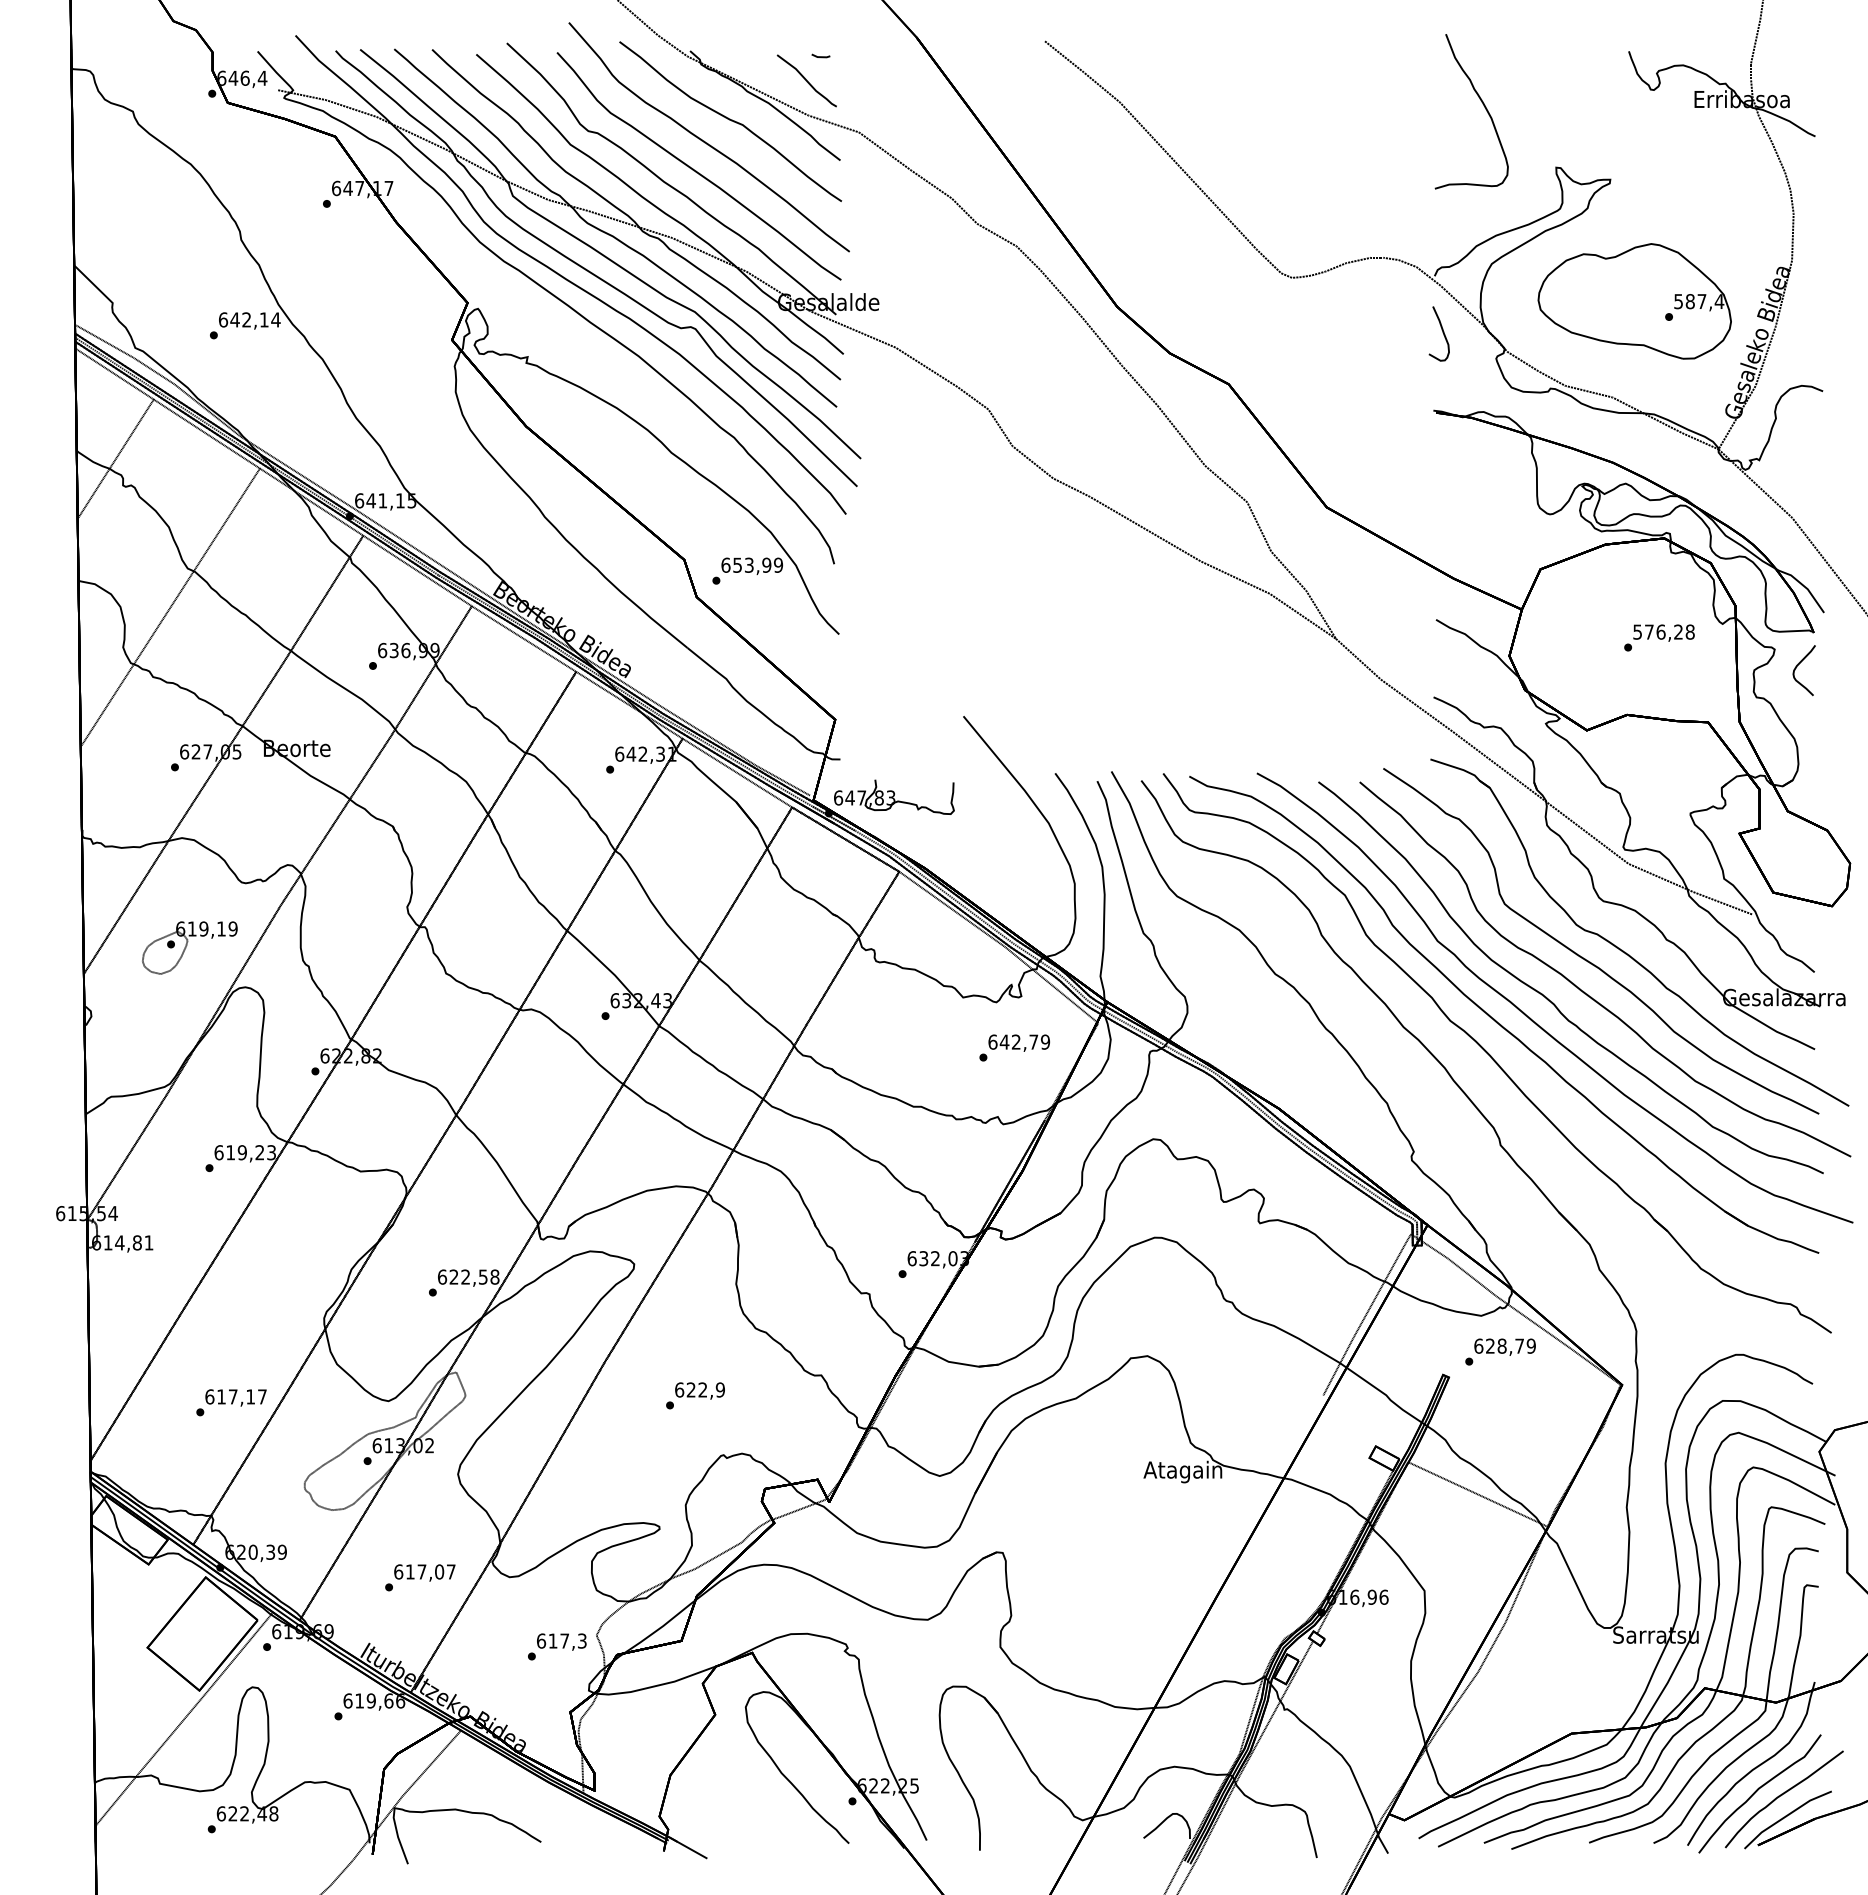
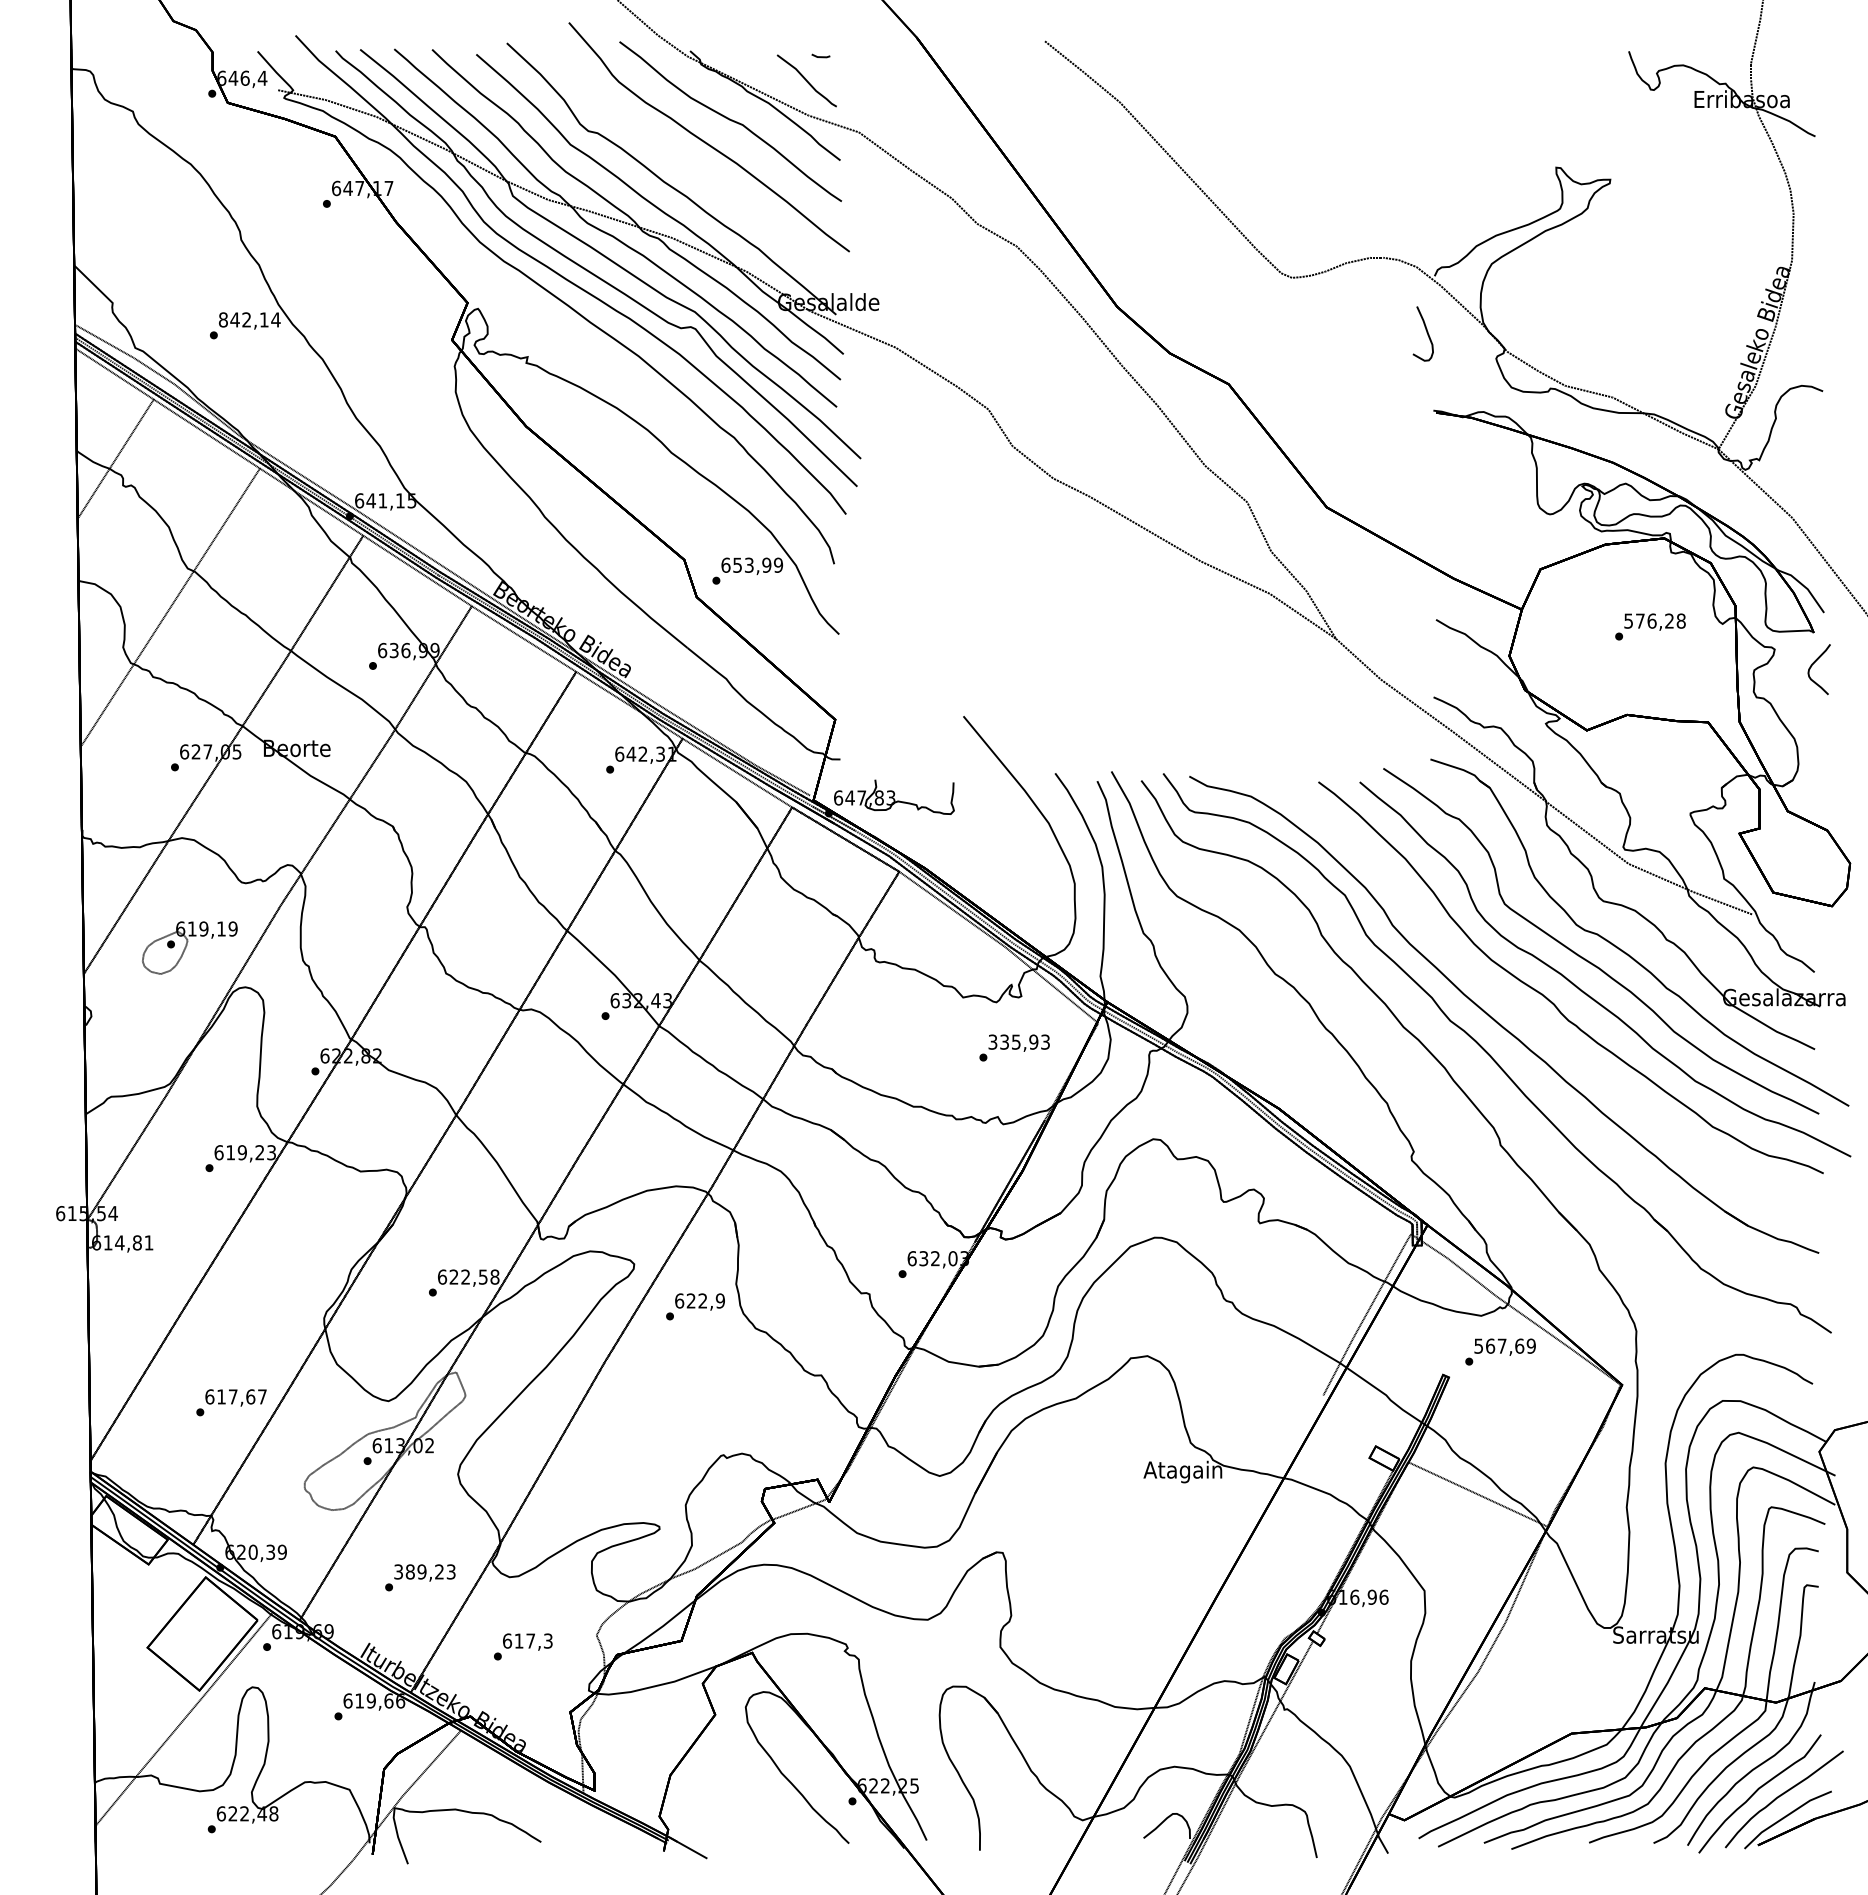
curve at (1482, 104): present -> none
curve at (696, 170): present -> none
part at (1634, 301): present -> none
text at (223, 319): 642,14 -> 842,14
curve at (1442, 332) position: (1442, 332) -> (1426, 332)
text at (1659, 637) position: (1659, 637) -> (1650, 626)
curve at (1797, 667) position: (1797, 667) -> (1812, 666)
curve at (1536, 1022): present -> none
text at (1019, 1041): 642,79 -> 335,93
text at (1499, 1345): 628,79 -> 567,69
text at (695, 1395) position: (695, 1395) -> (695, 1306)
text at (250, 1396): 617,17 -> 617,67
text at (424, 1571): 617,07 -> 389,23
text at (557, 1646) position: (557, 1646) -> (523, 1646)
